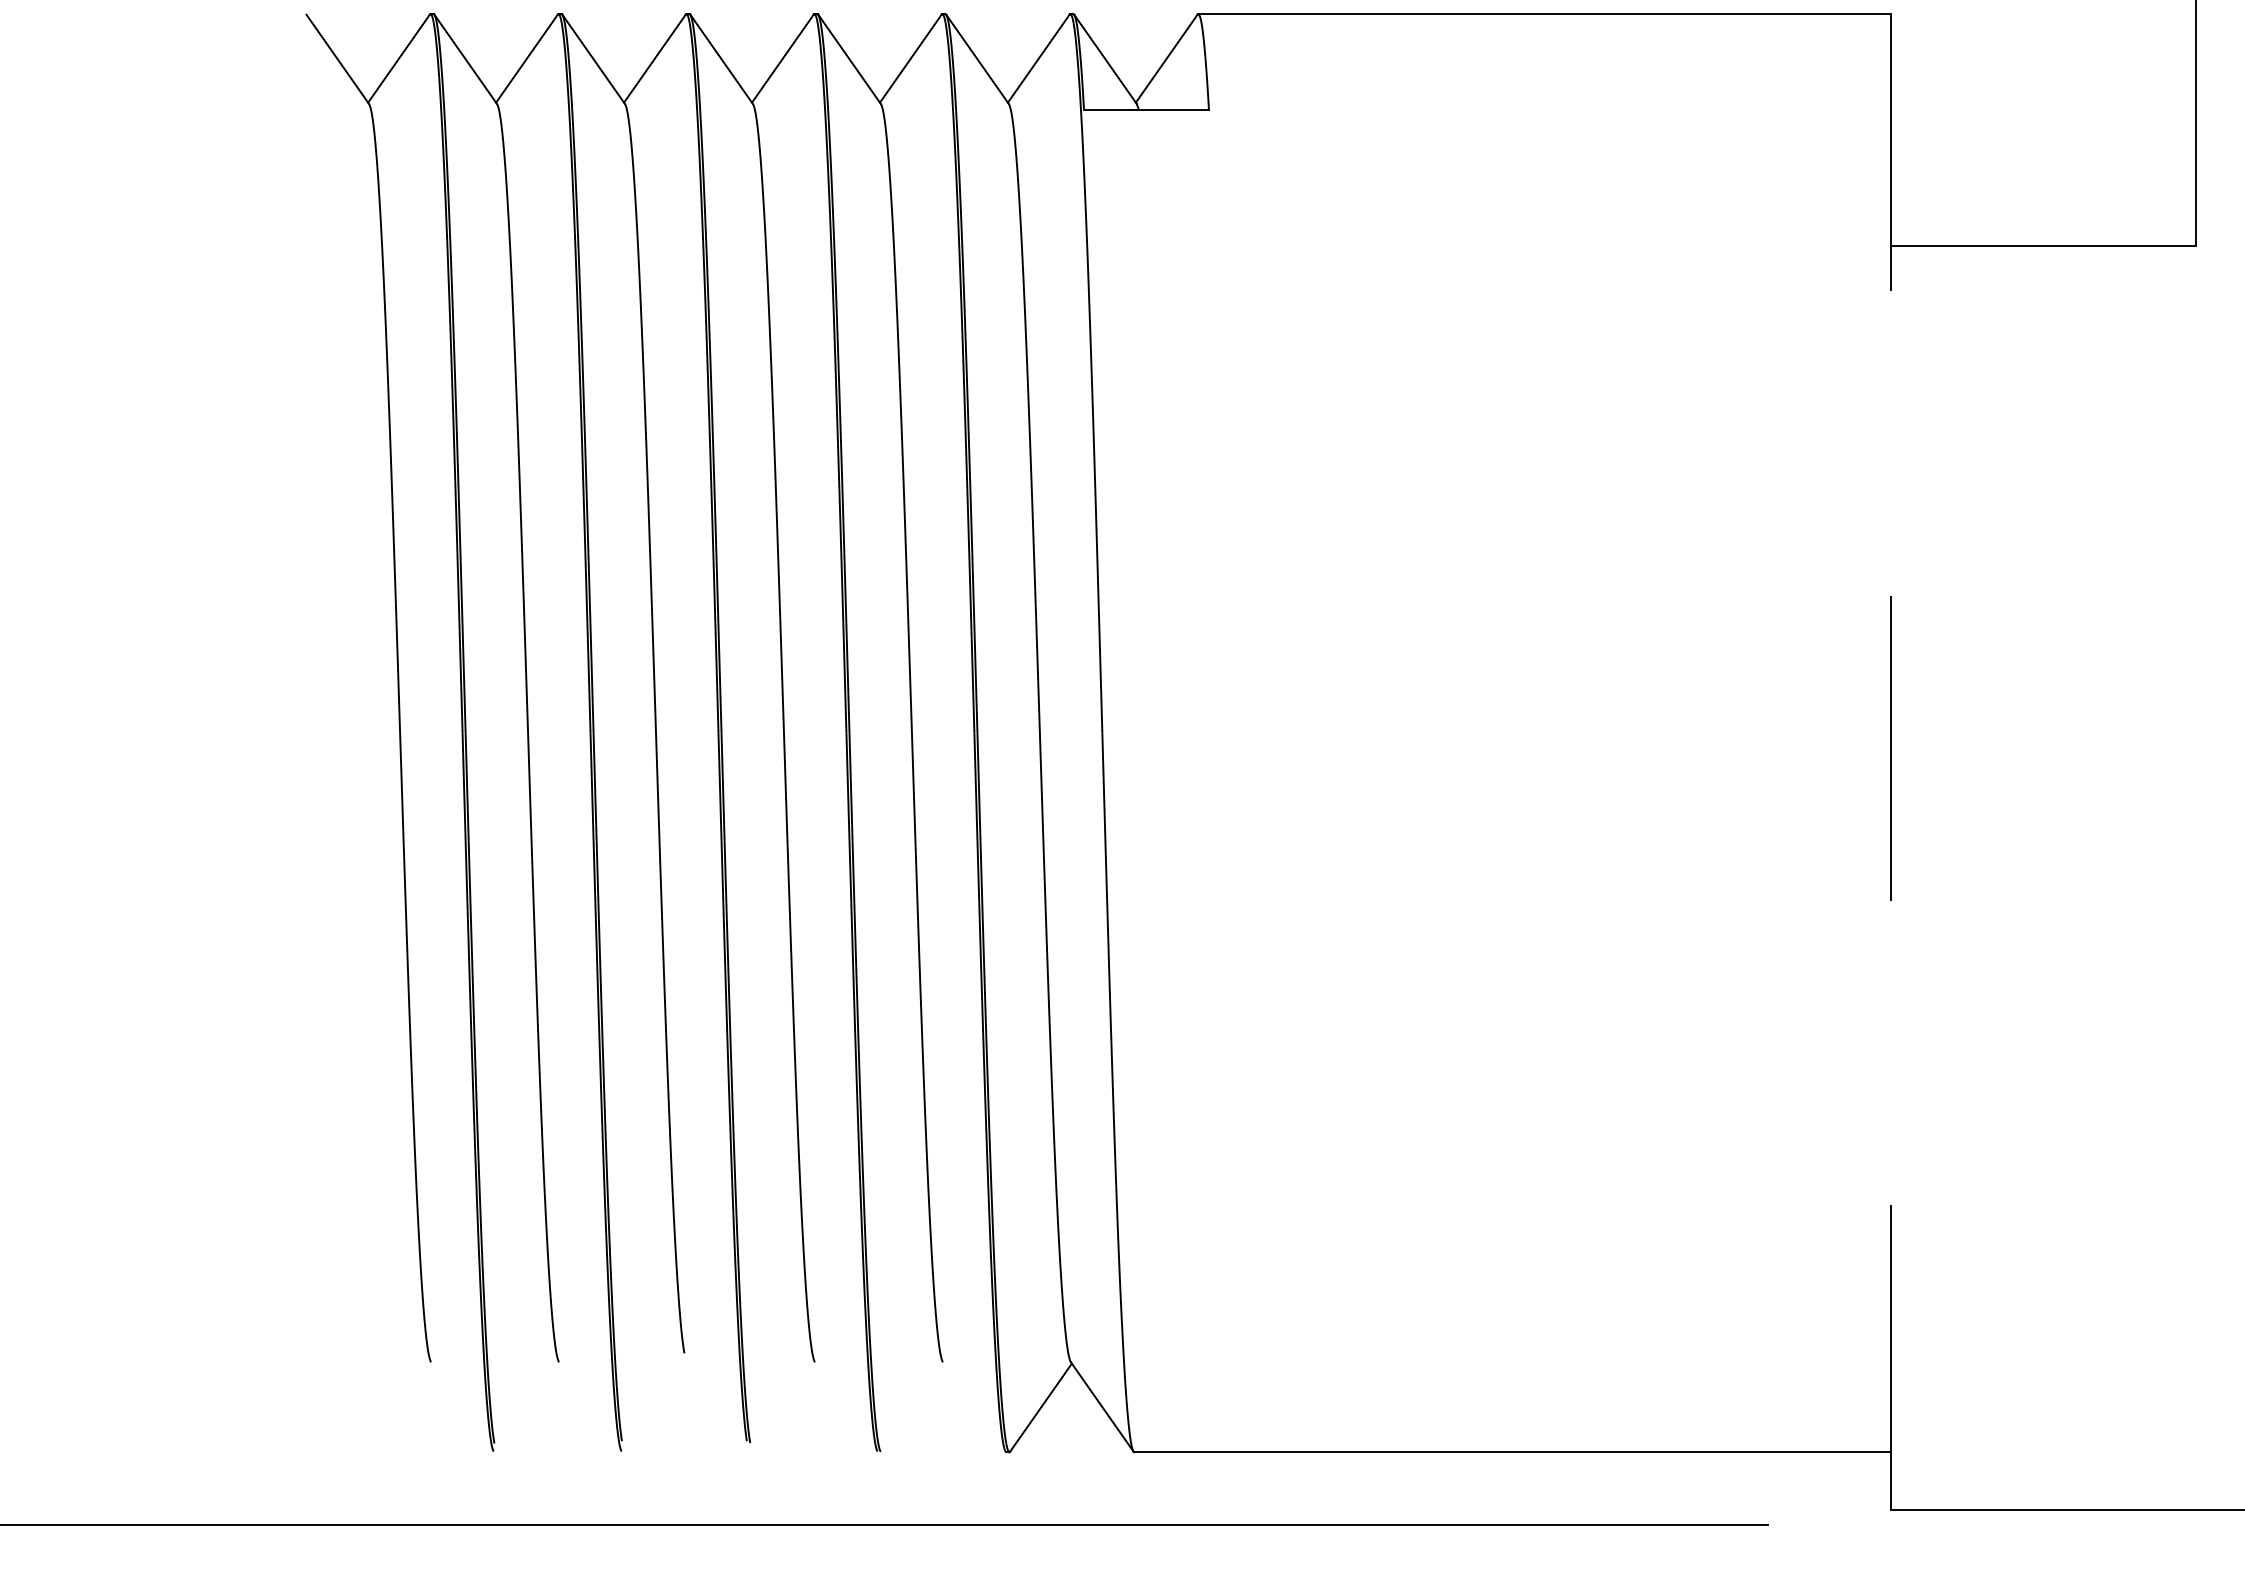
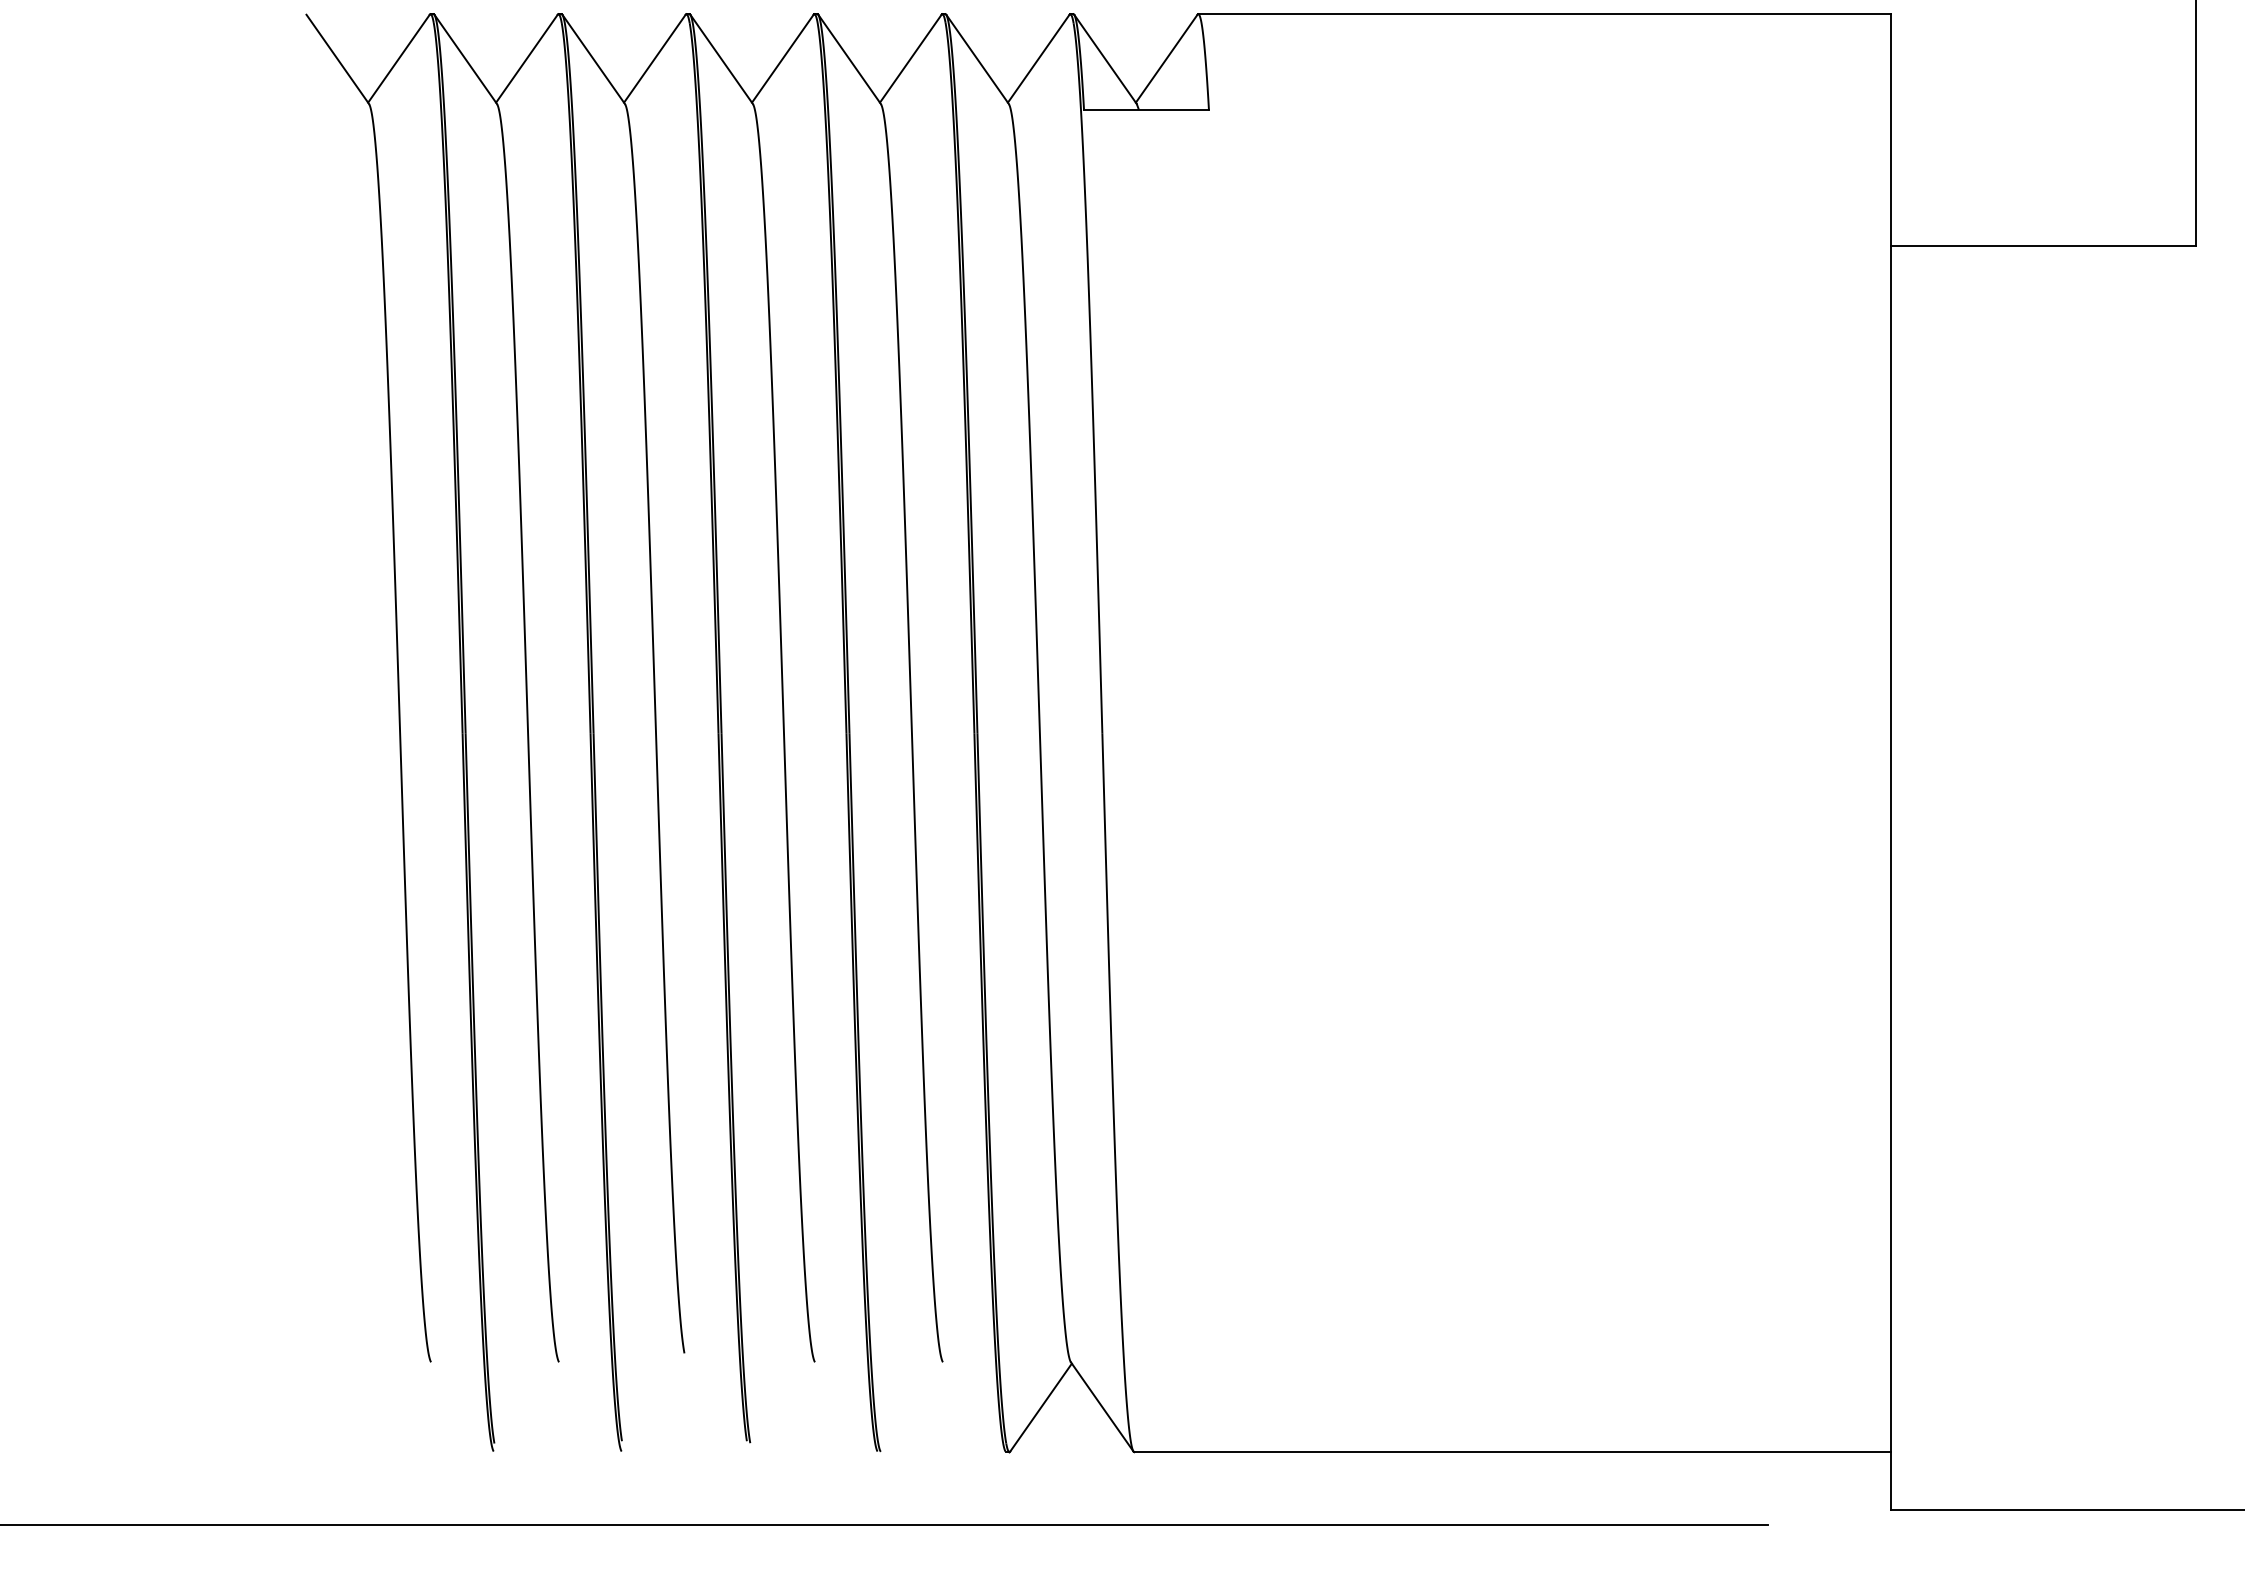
line at (1891, 762): dashed -> solid
